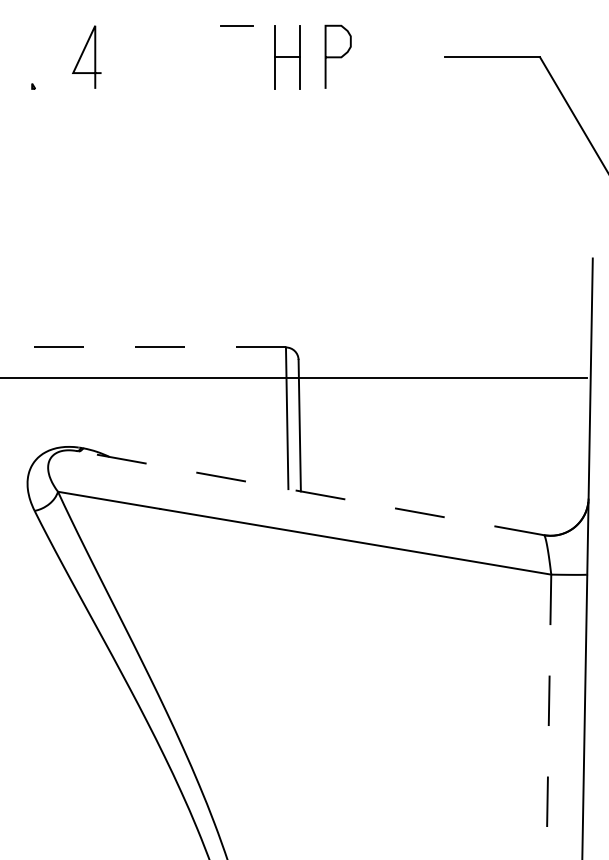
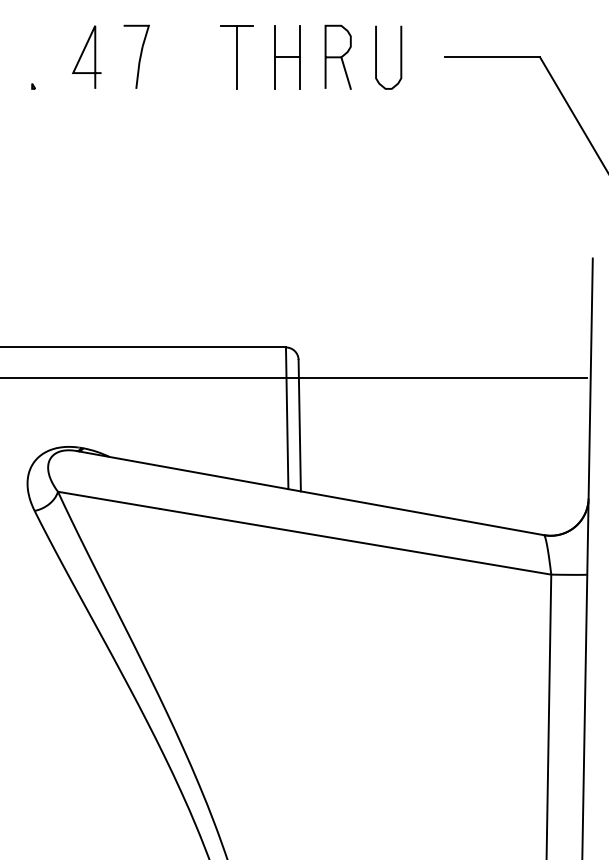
part at (136, 56): none -> present
line at (237, 56): none -> present
curve at (376, 57): none -> present
line at (345, 72): none -> present
line at (143, 347): dashed -> solid
line at (310, 493): dashed -> solid
line at (548, 717): dashed -> solid
